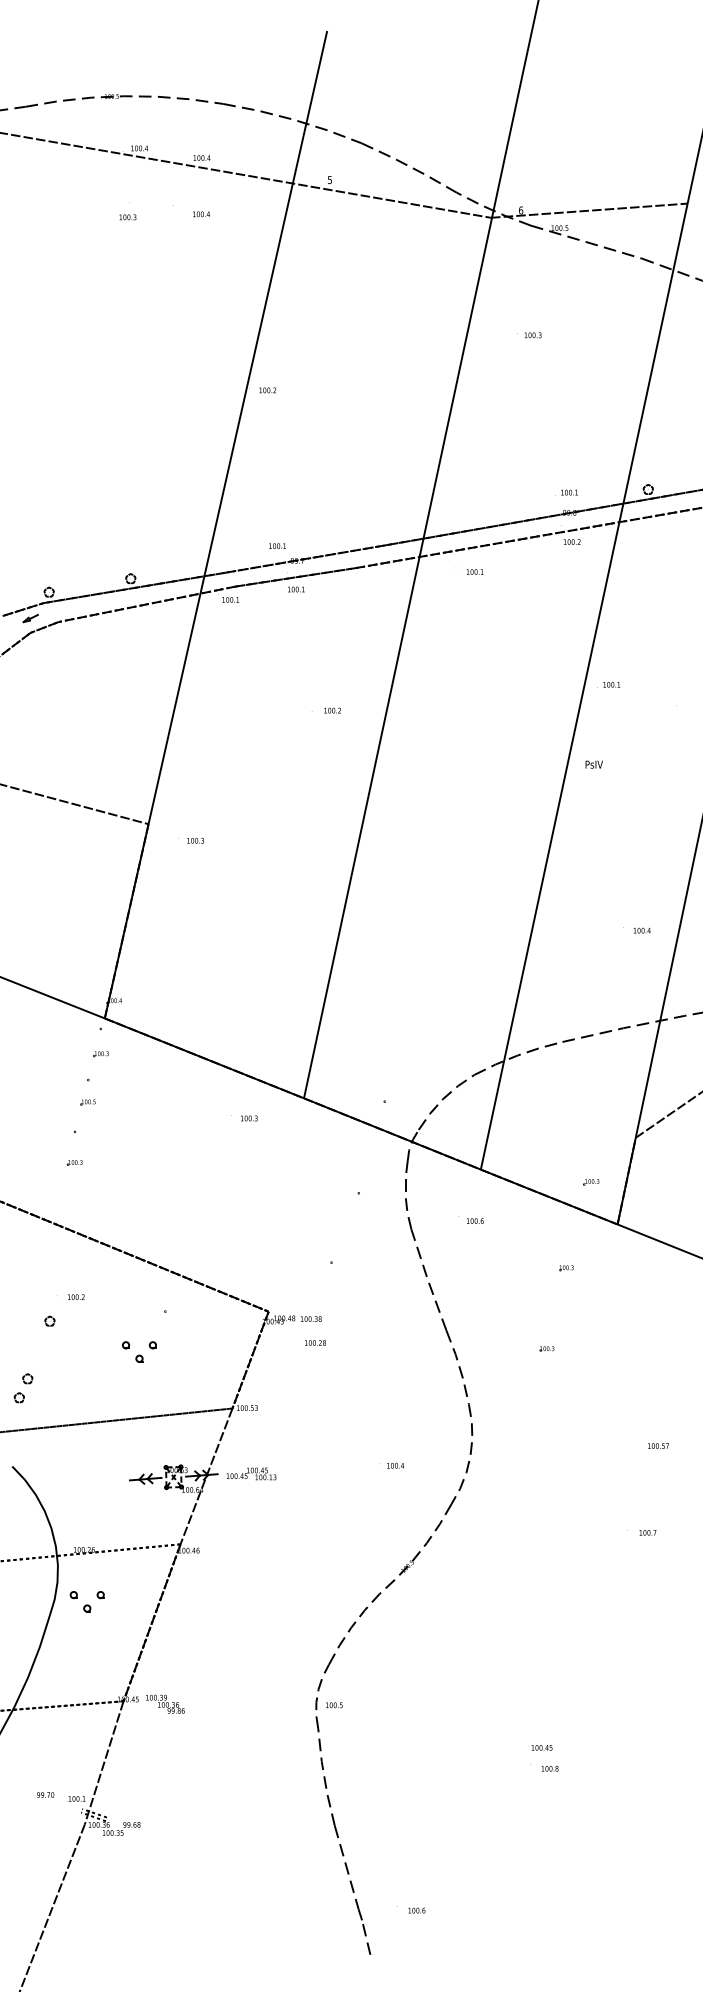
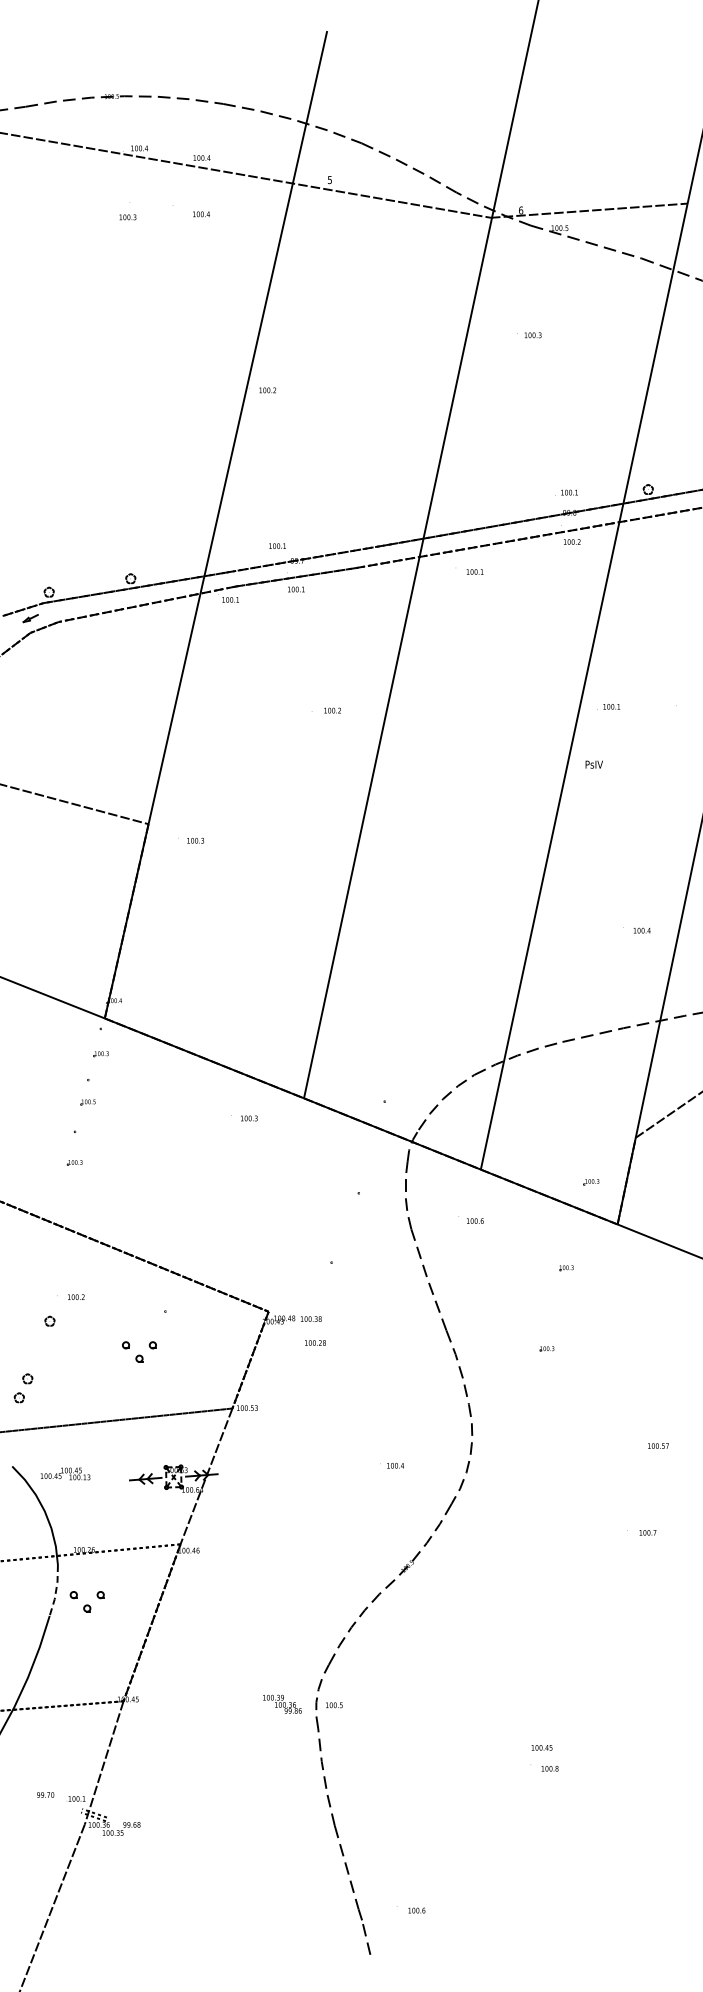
text at (608, 684) position: (608, 684) -> (608, 706)
text at (251, 1473) position: (251, 1473) -> (65, 1473)
line at (56, 1590): solid -> dashed
text at (165, 1703) position: (165, 1703) -> (282, 1703)
